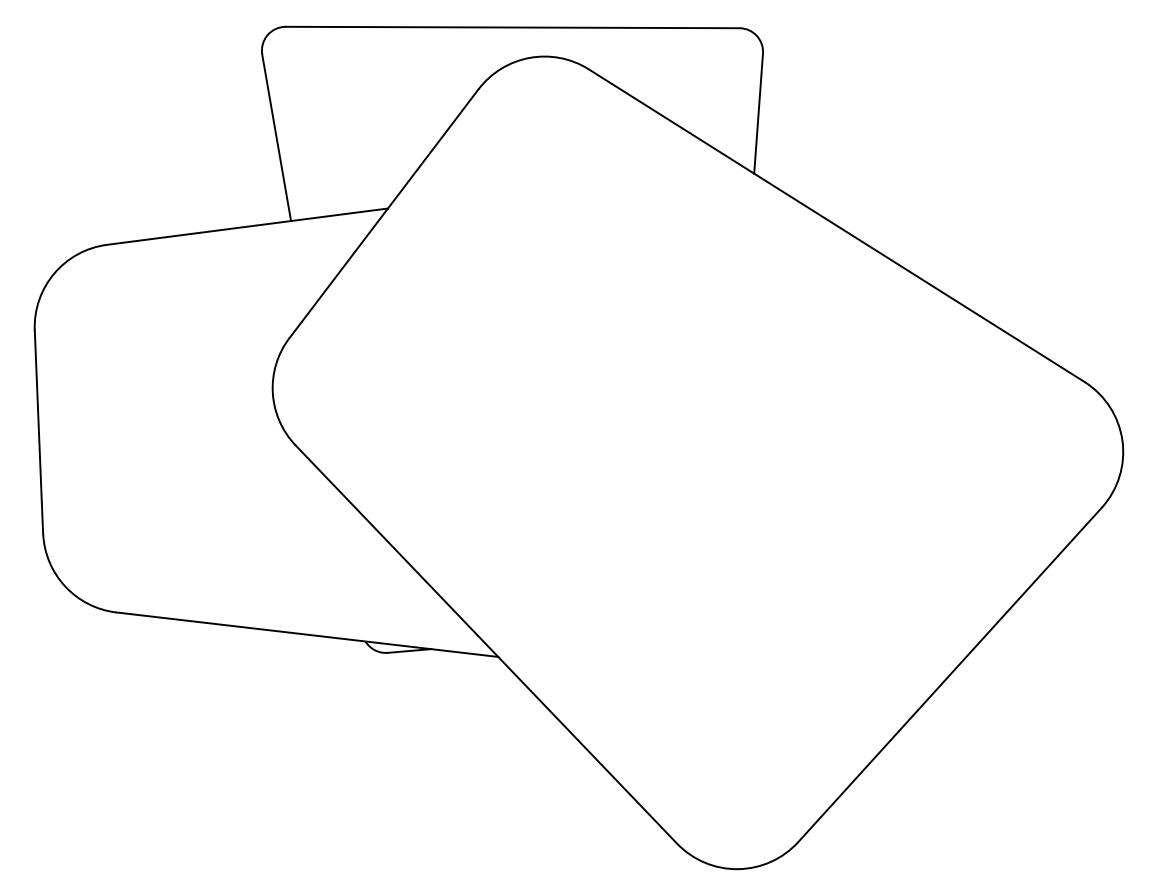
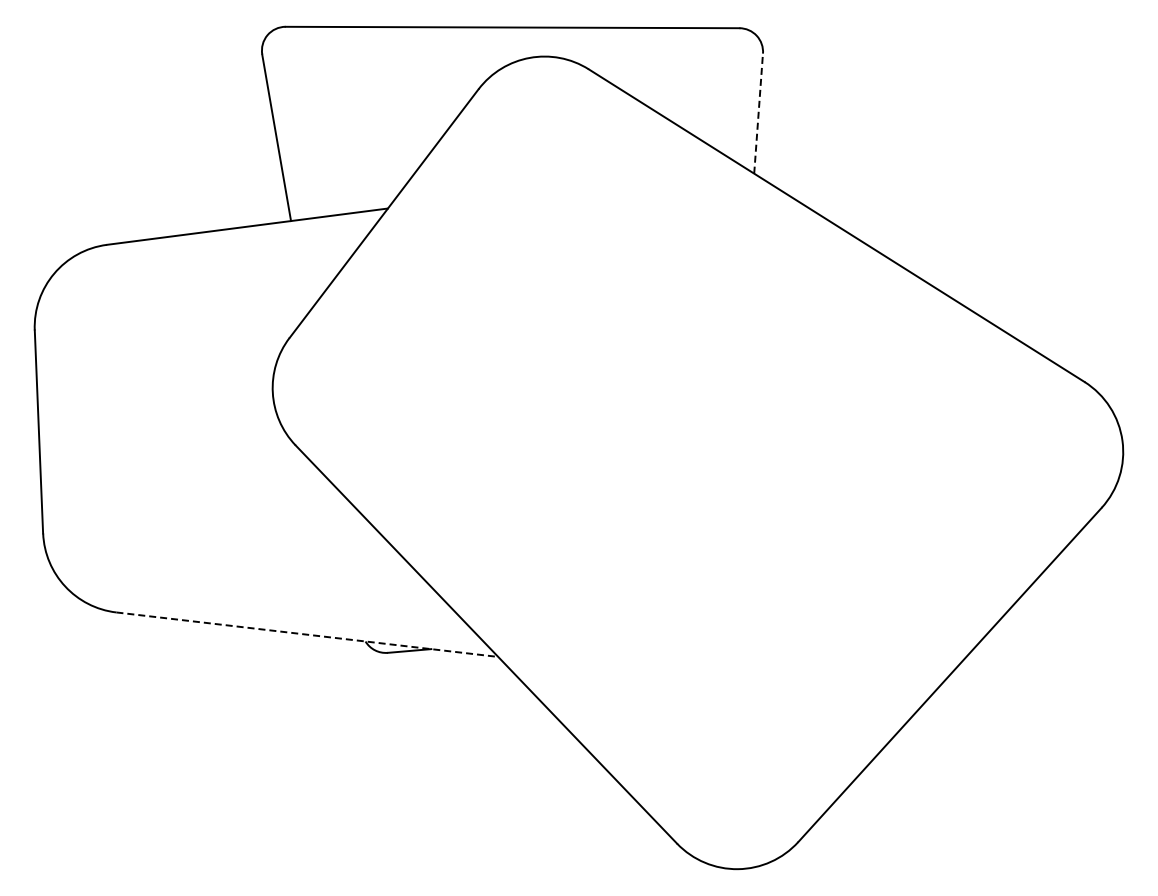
line at (758, 113): solid -> dashed
line at (307, 634): solid -> dashed
